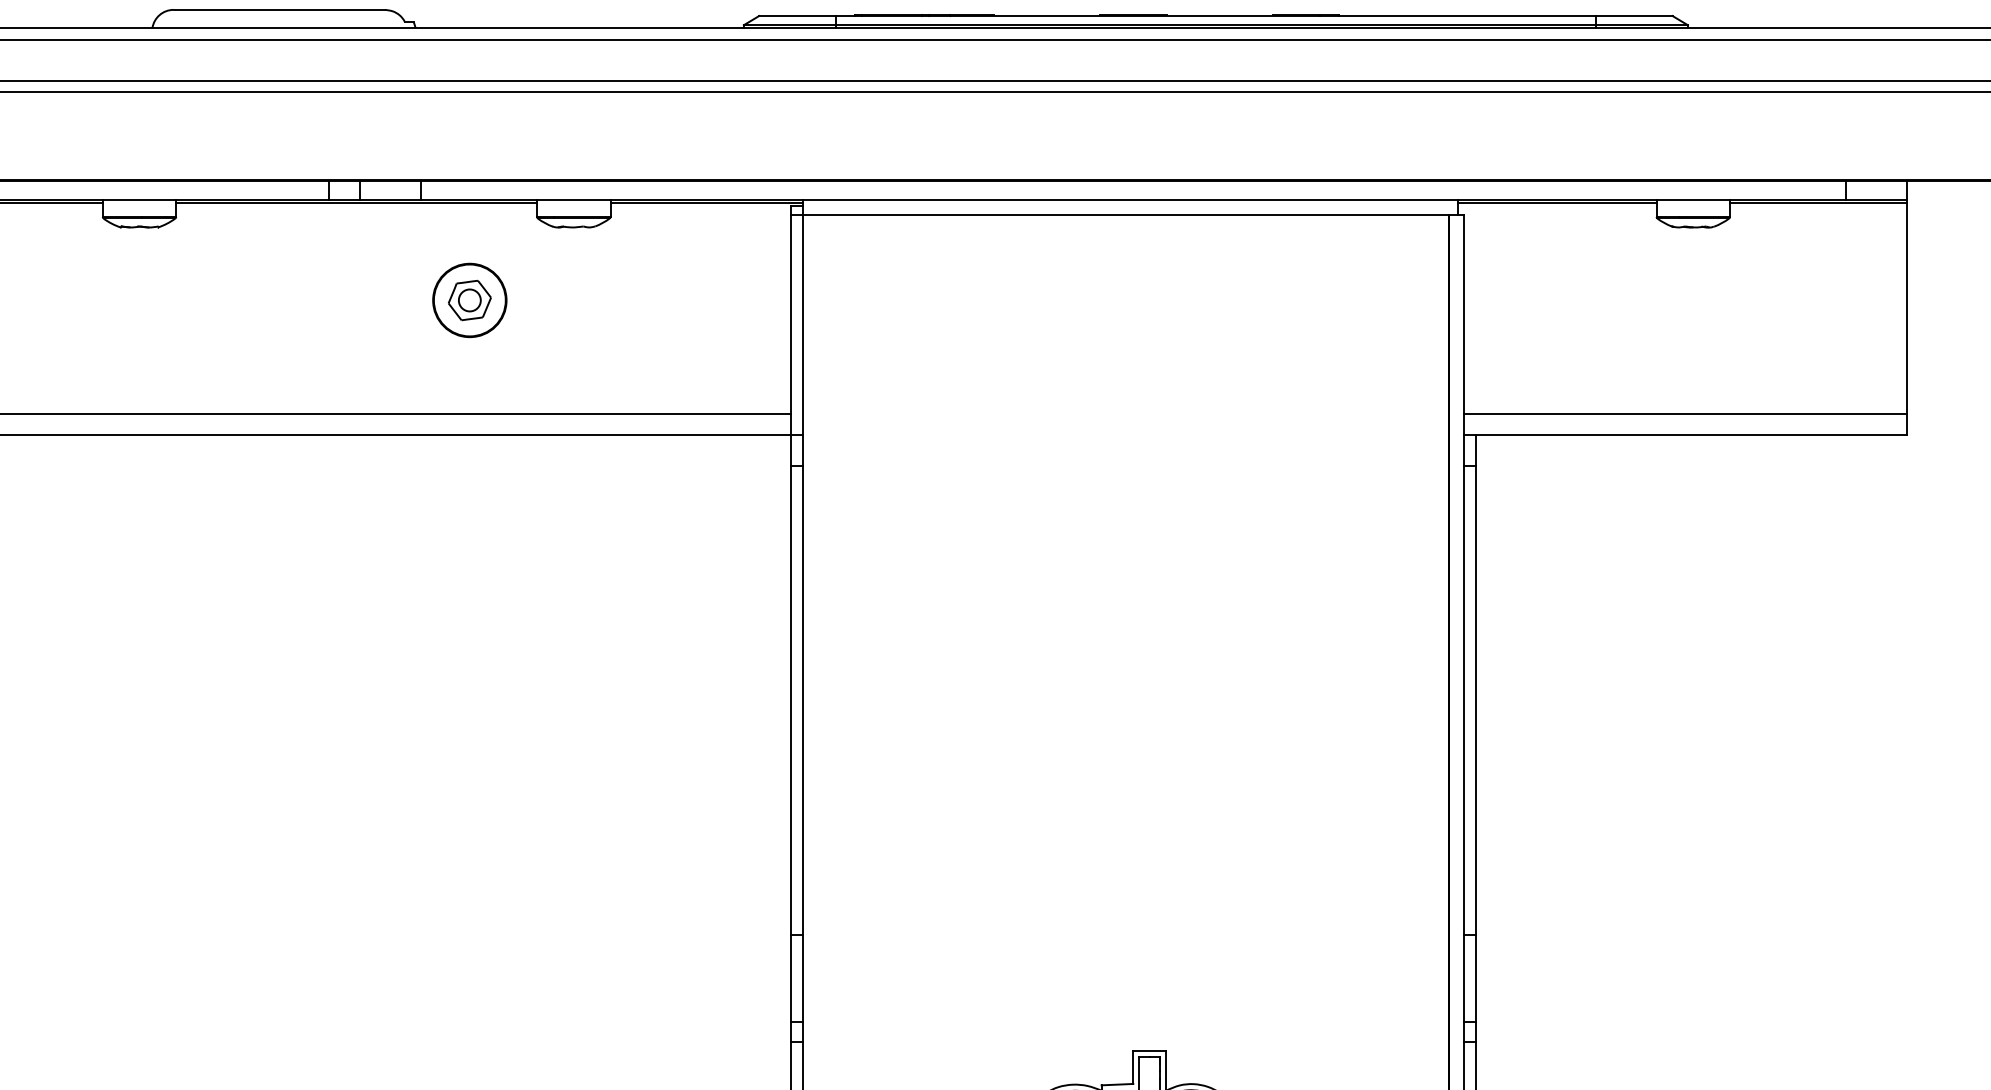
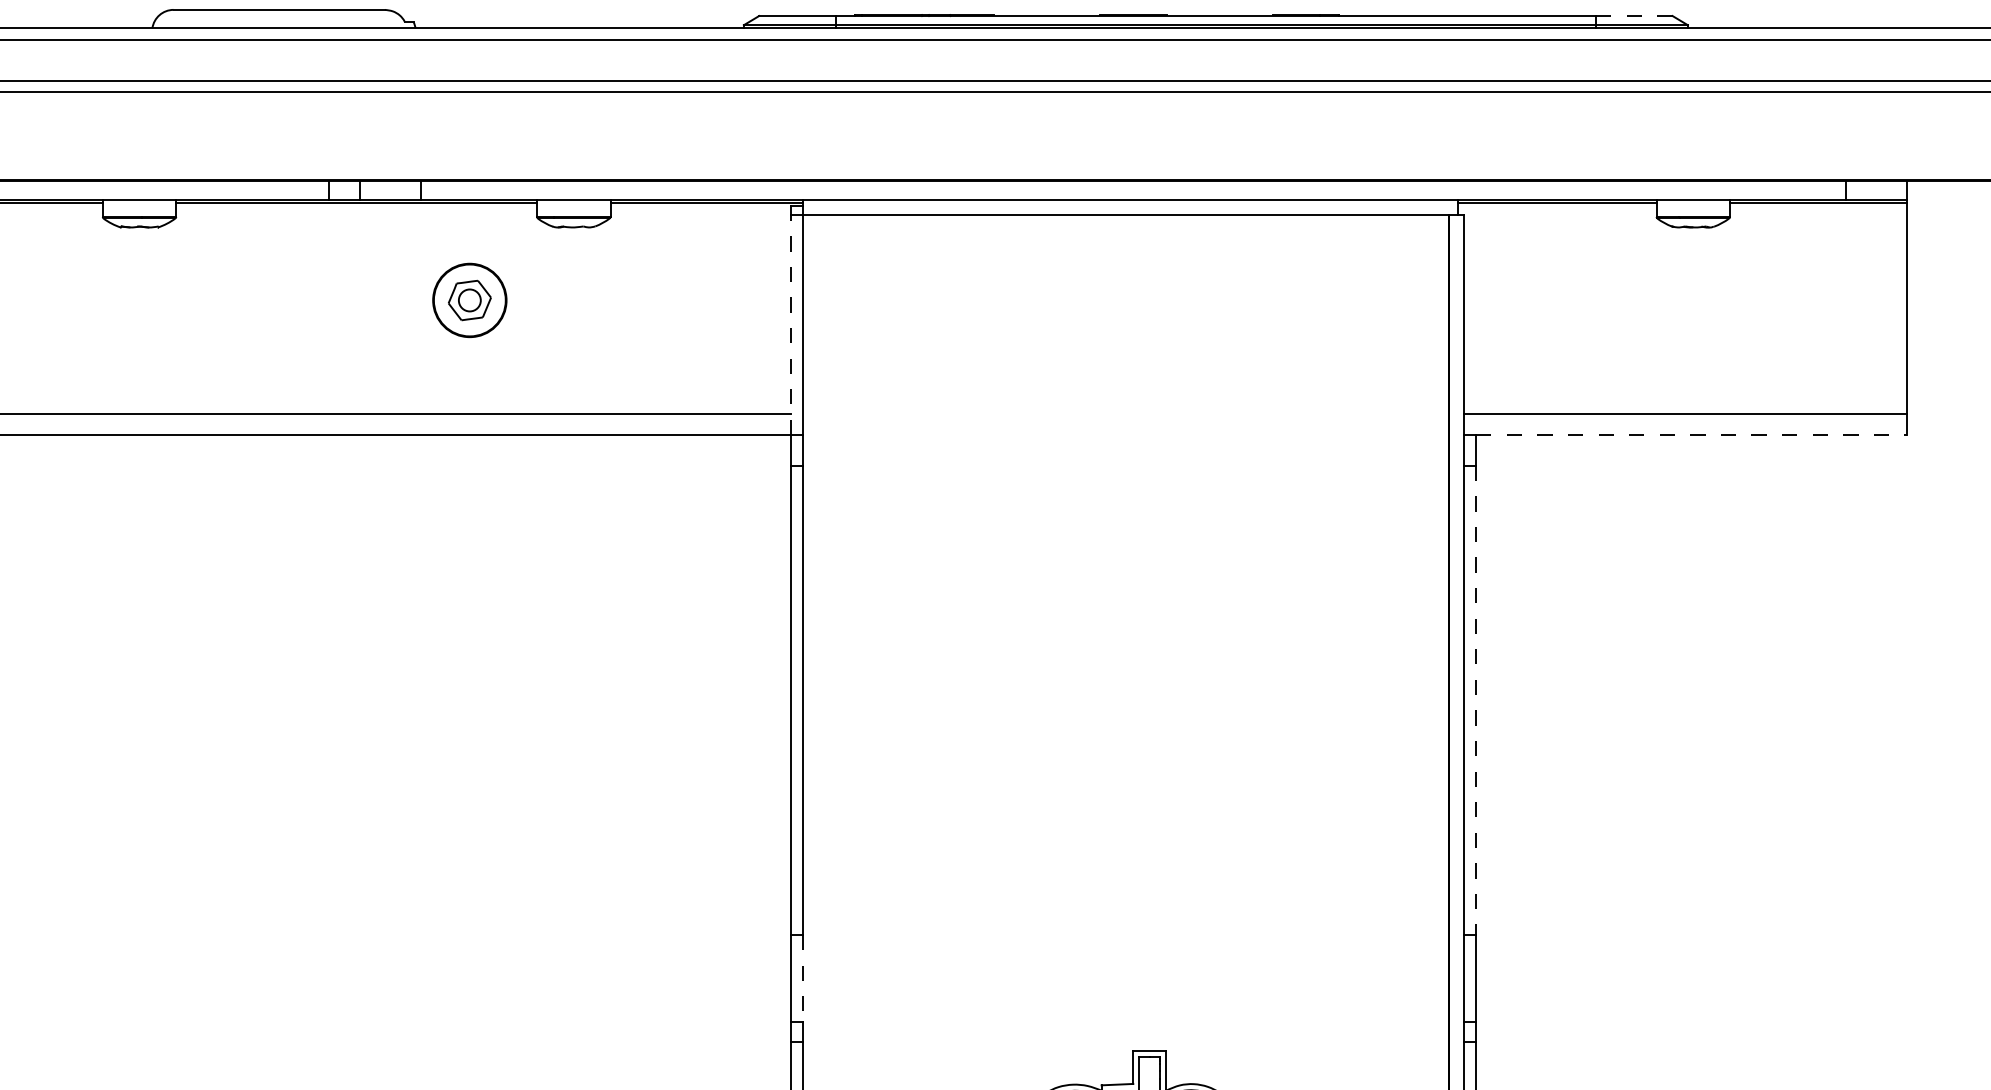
line at (1634, 16): solid -> dashed
line at (791, 324): solid -> dashed
line at (1691, 435): solid -> dashed
line at (1476, 700): solid -> dashed
line at (803, 978): solid -> dashed
